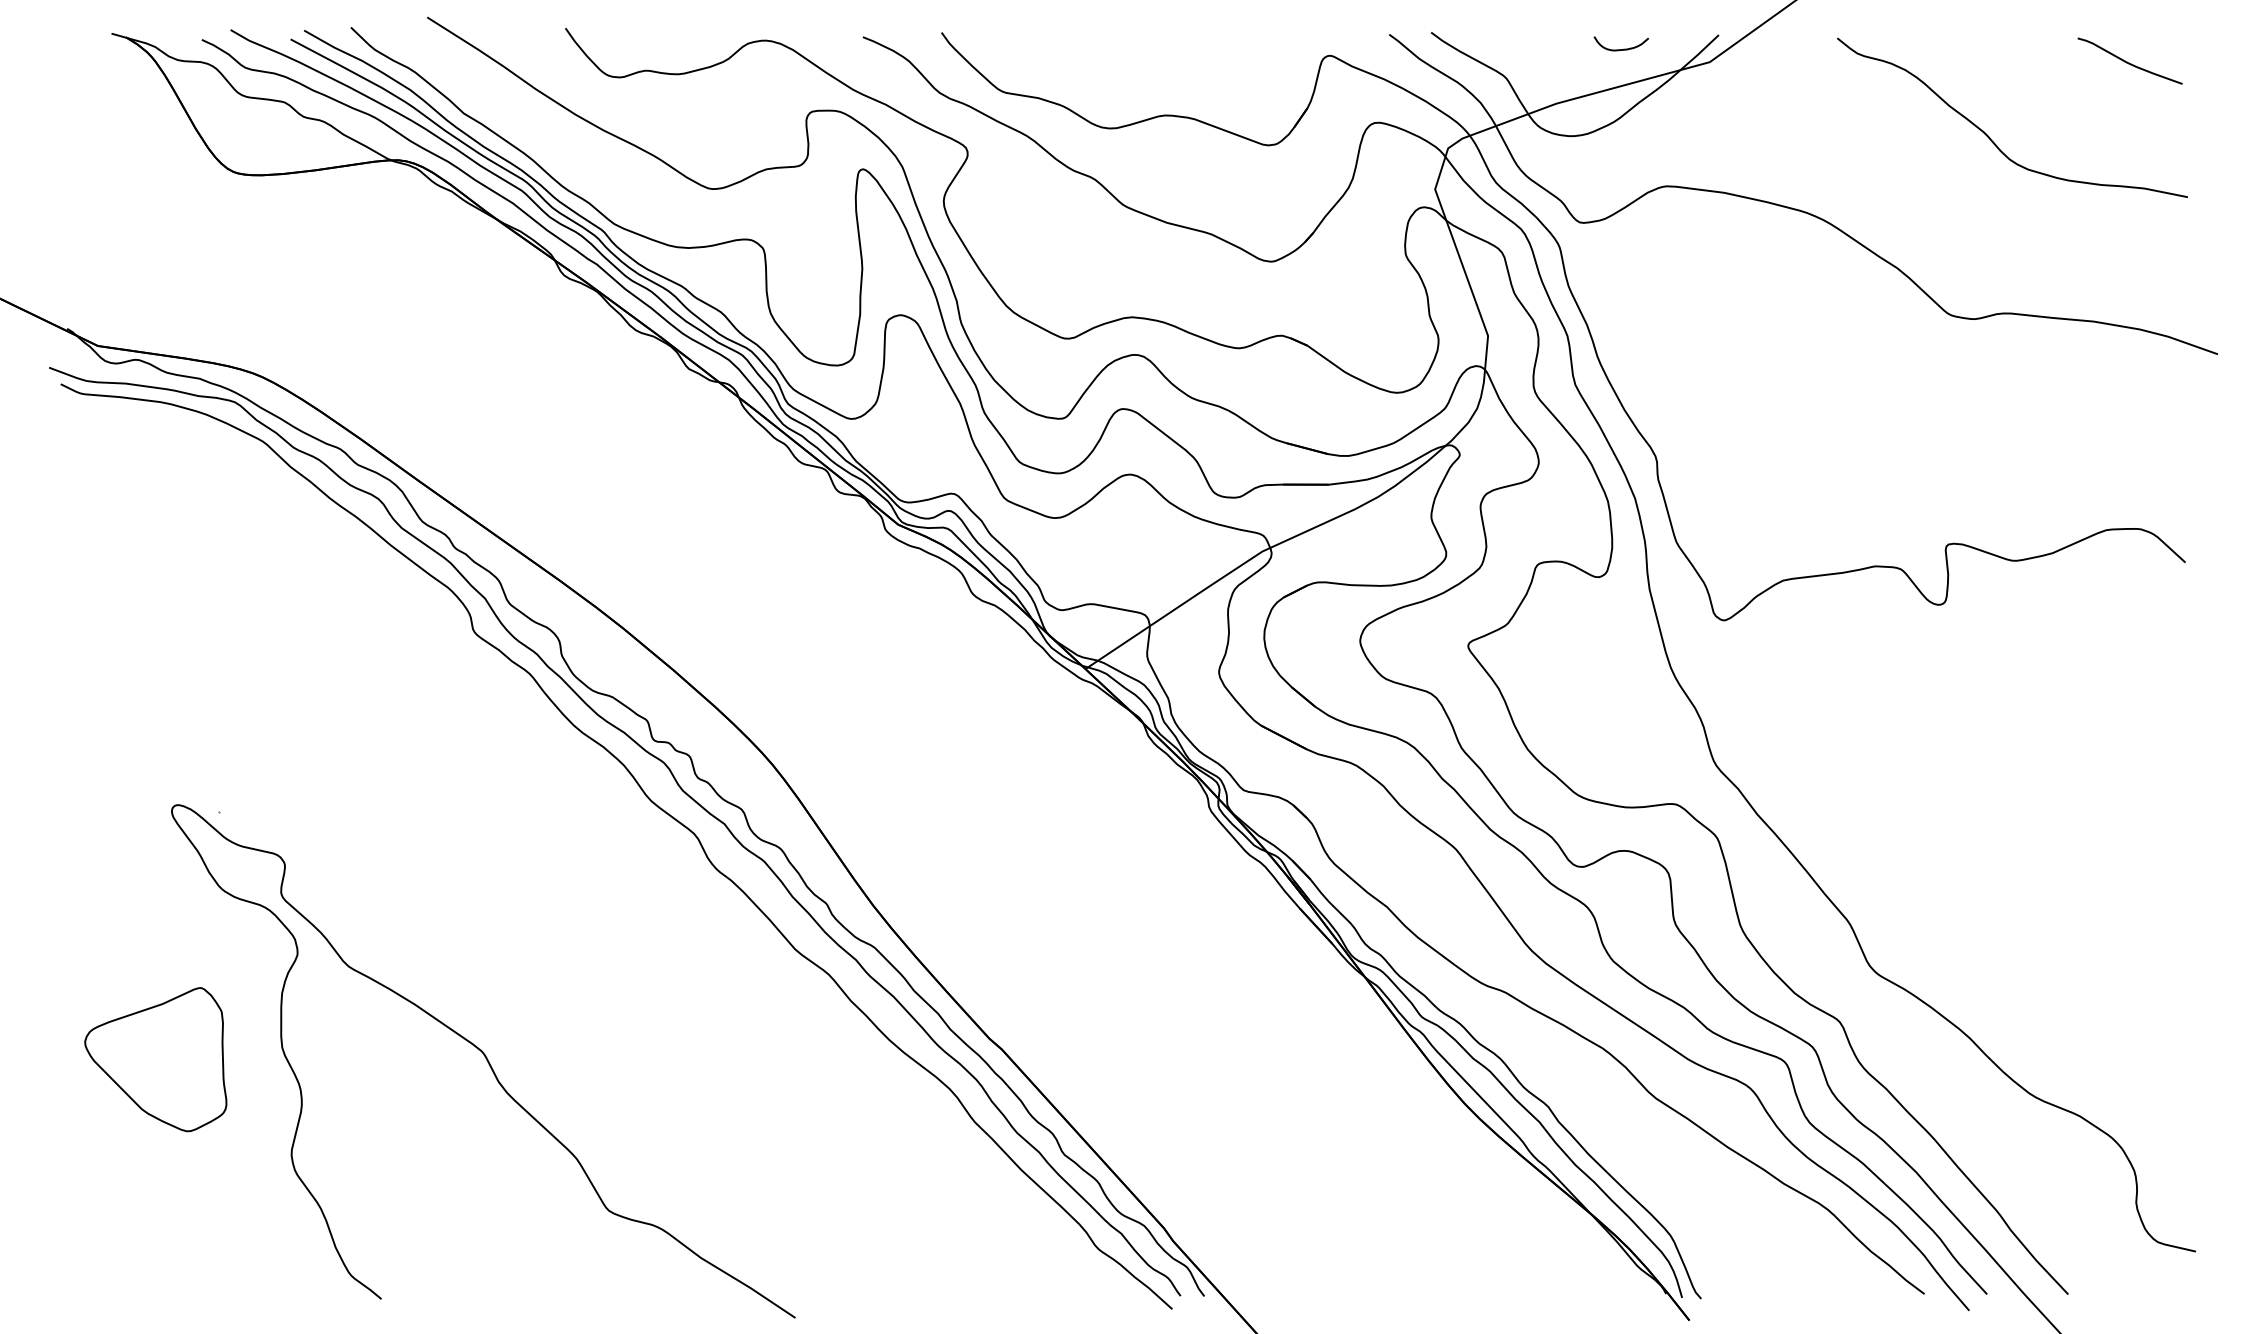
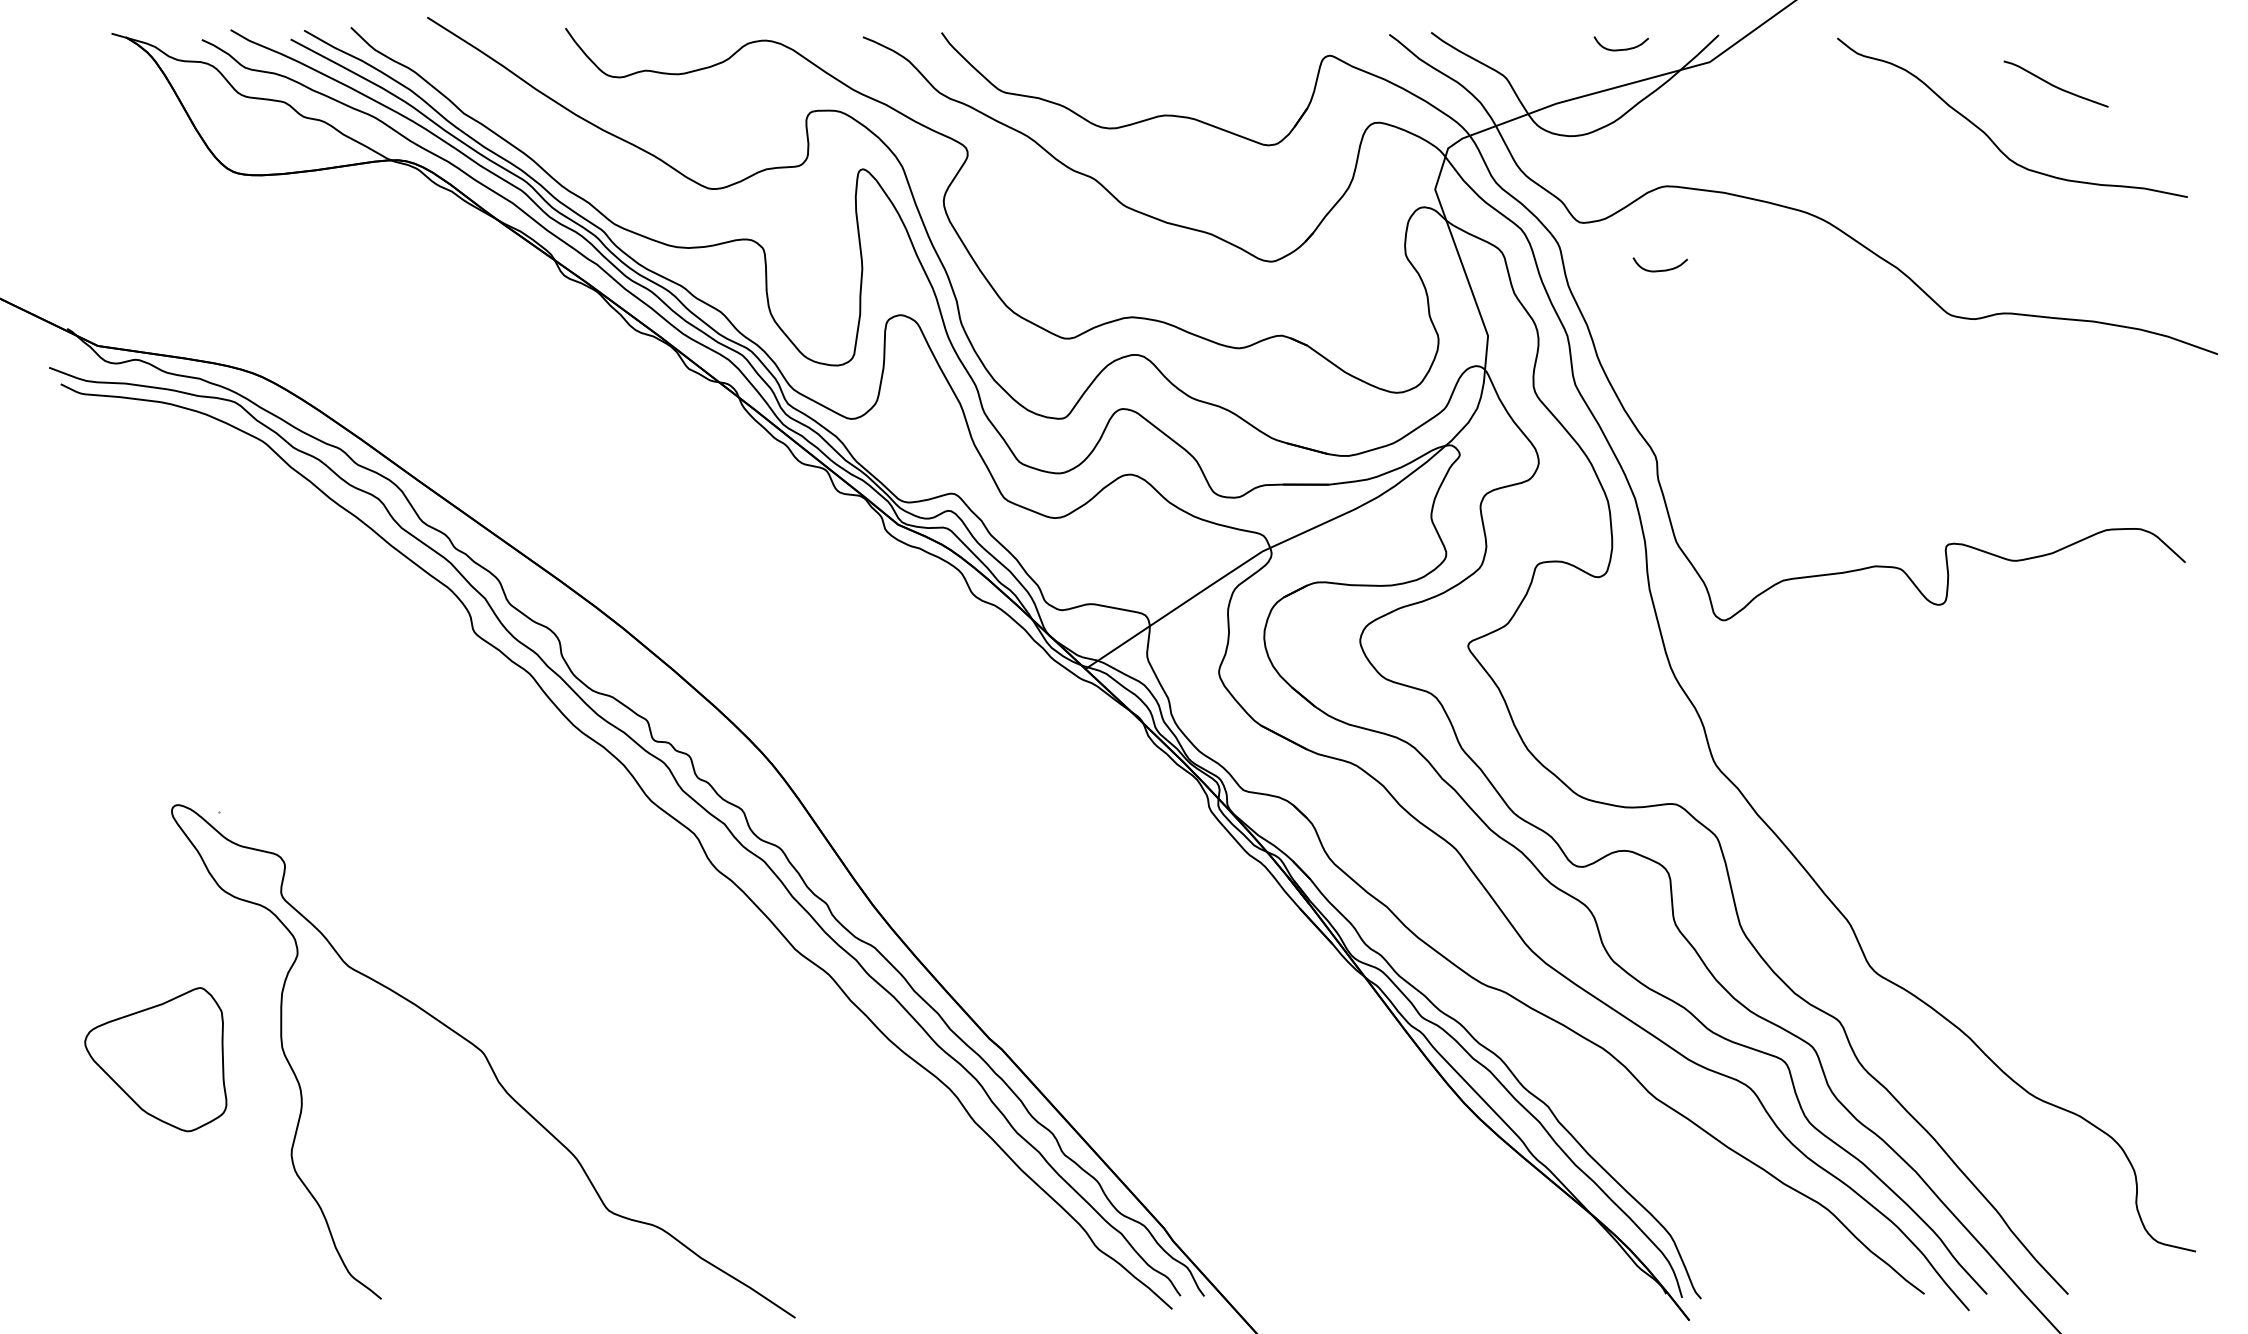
curve at (2129, 62) position: (2129, 62) -> (2055, 85)
curve at (1662, 269): none -> present
